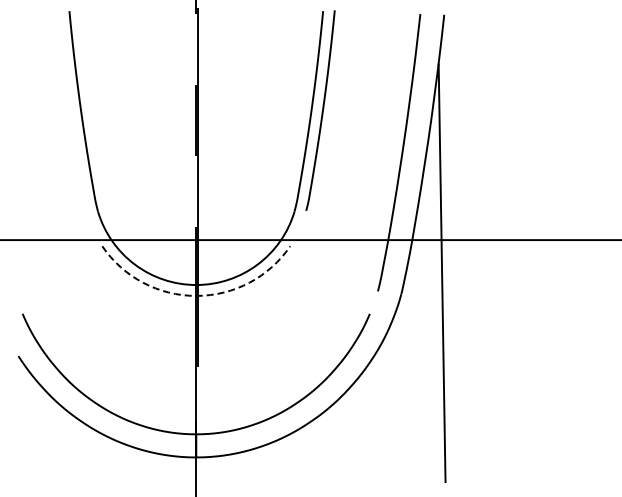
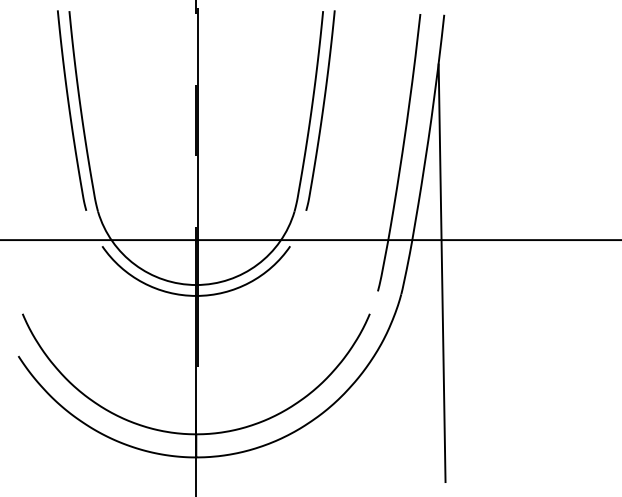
curve at (70, 110): none -> present
arc at (196, 295): dashed -> solid
